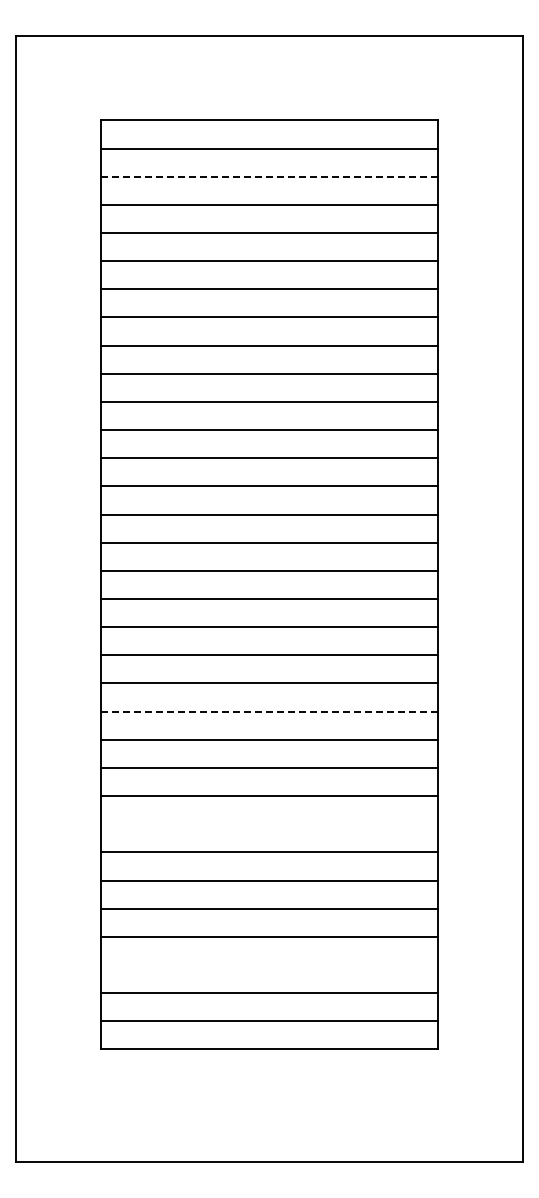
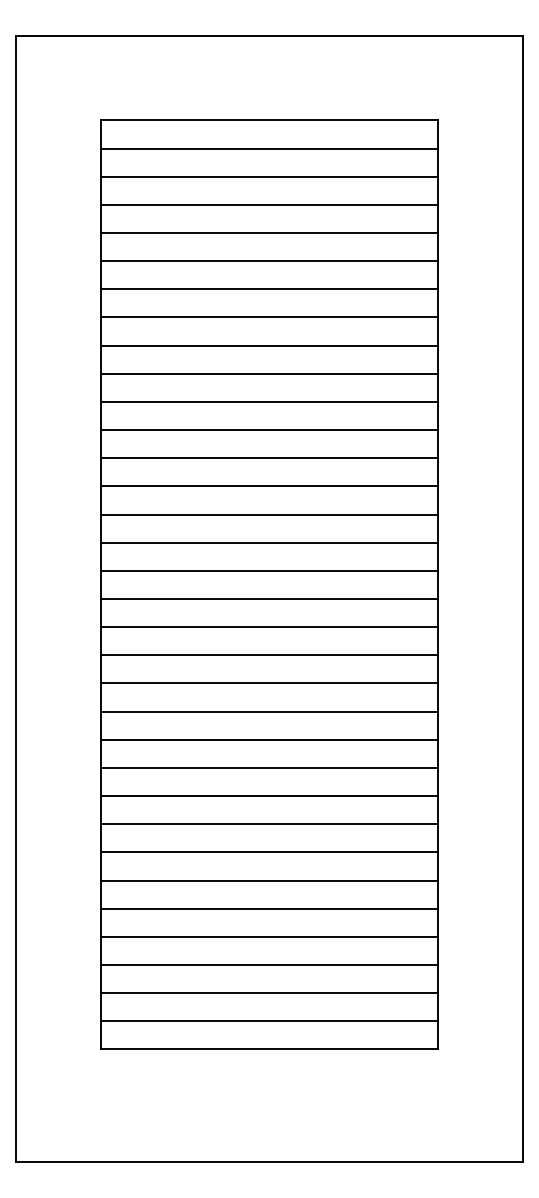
line at (269, 176): dashed -> solid
line at (269, 711): dashed -> solid
line at (269, 824): none -> present
line at (269, 964): none -> present
